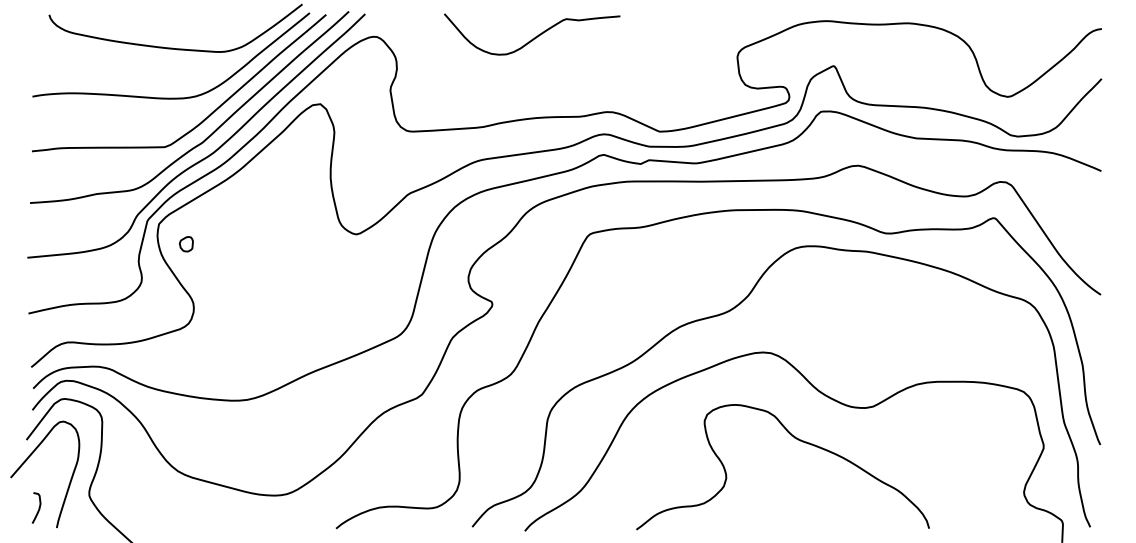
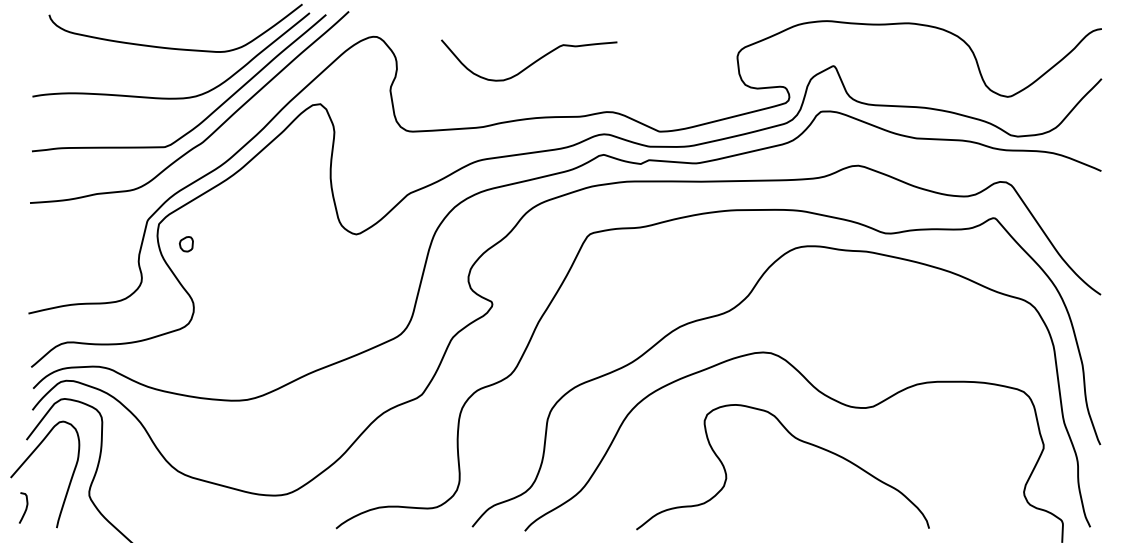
curve at (535, 36) position: (535, 36) -> (532, 62)
curve at (210, 153): present -> none
curve at (38, 507) position: (38, 507) -> (25, 507)
